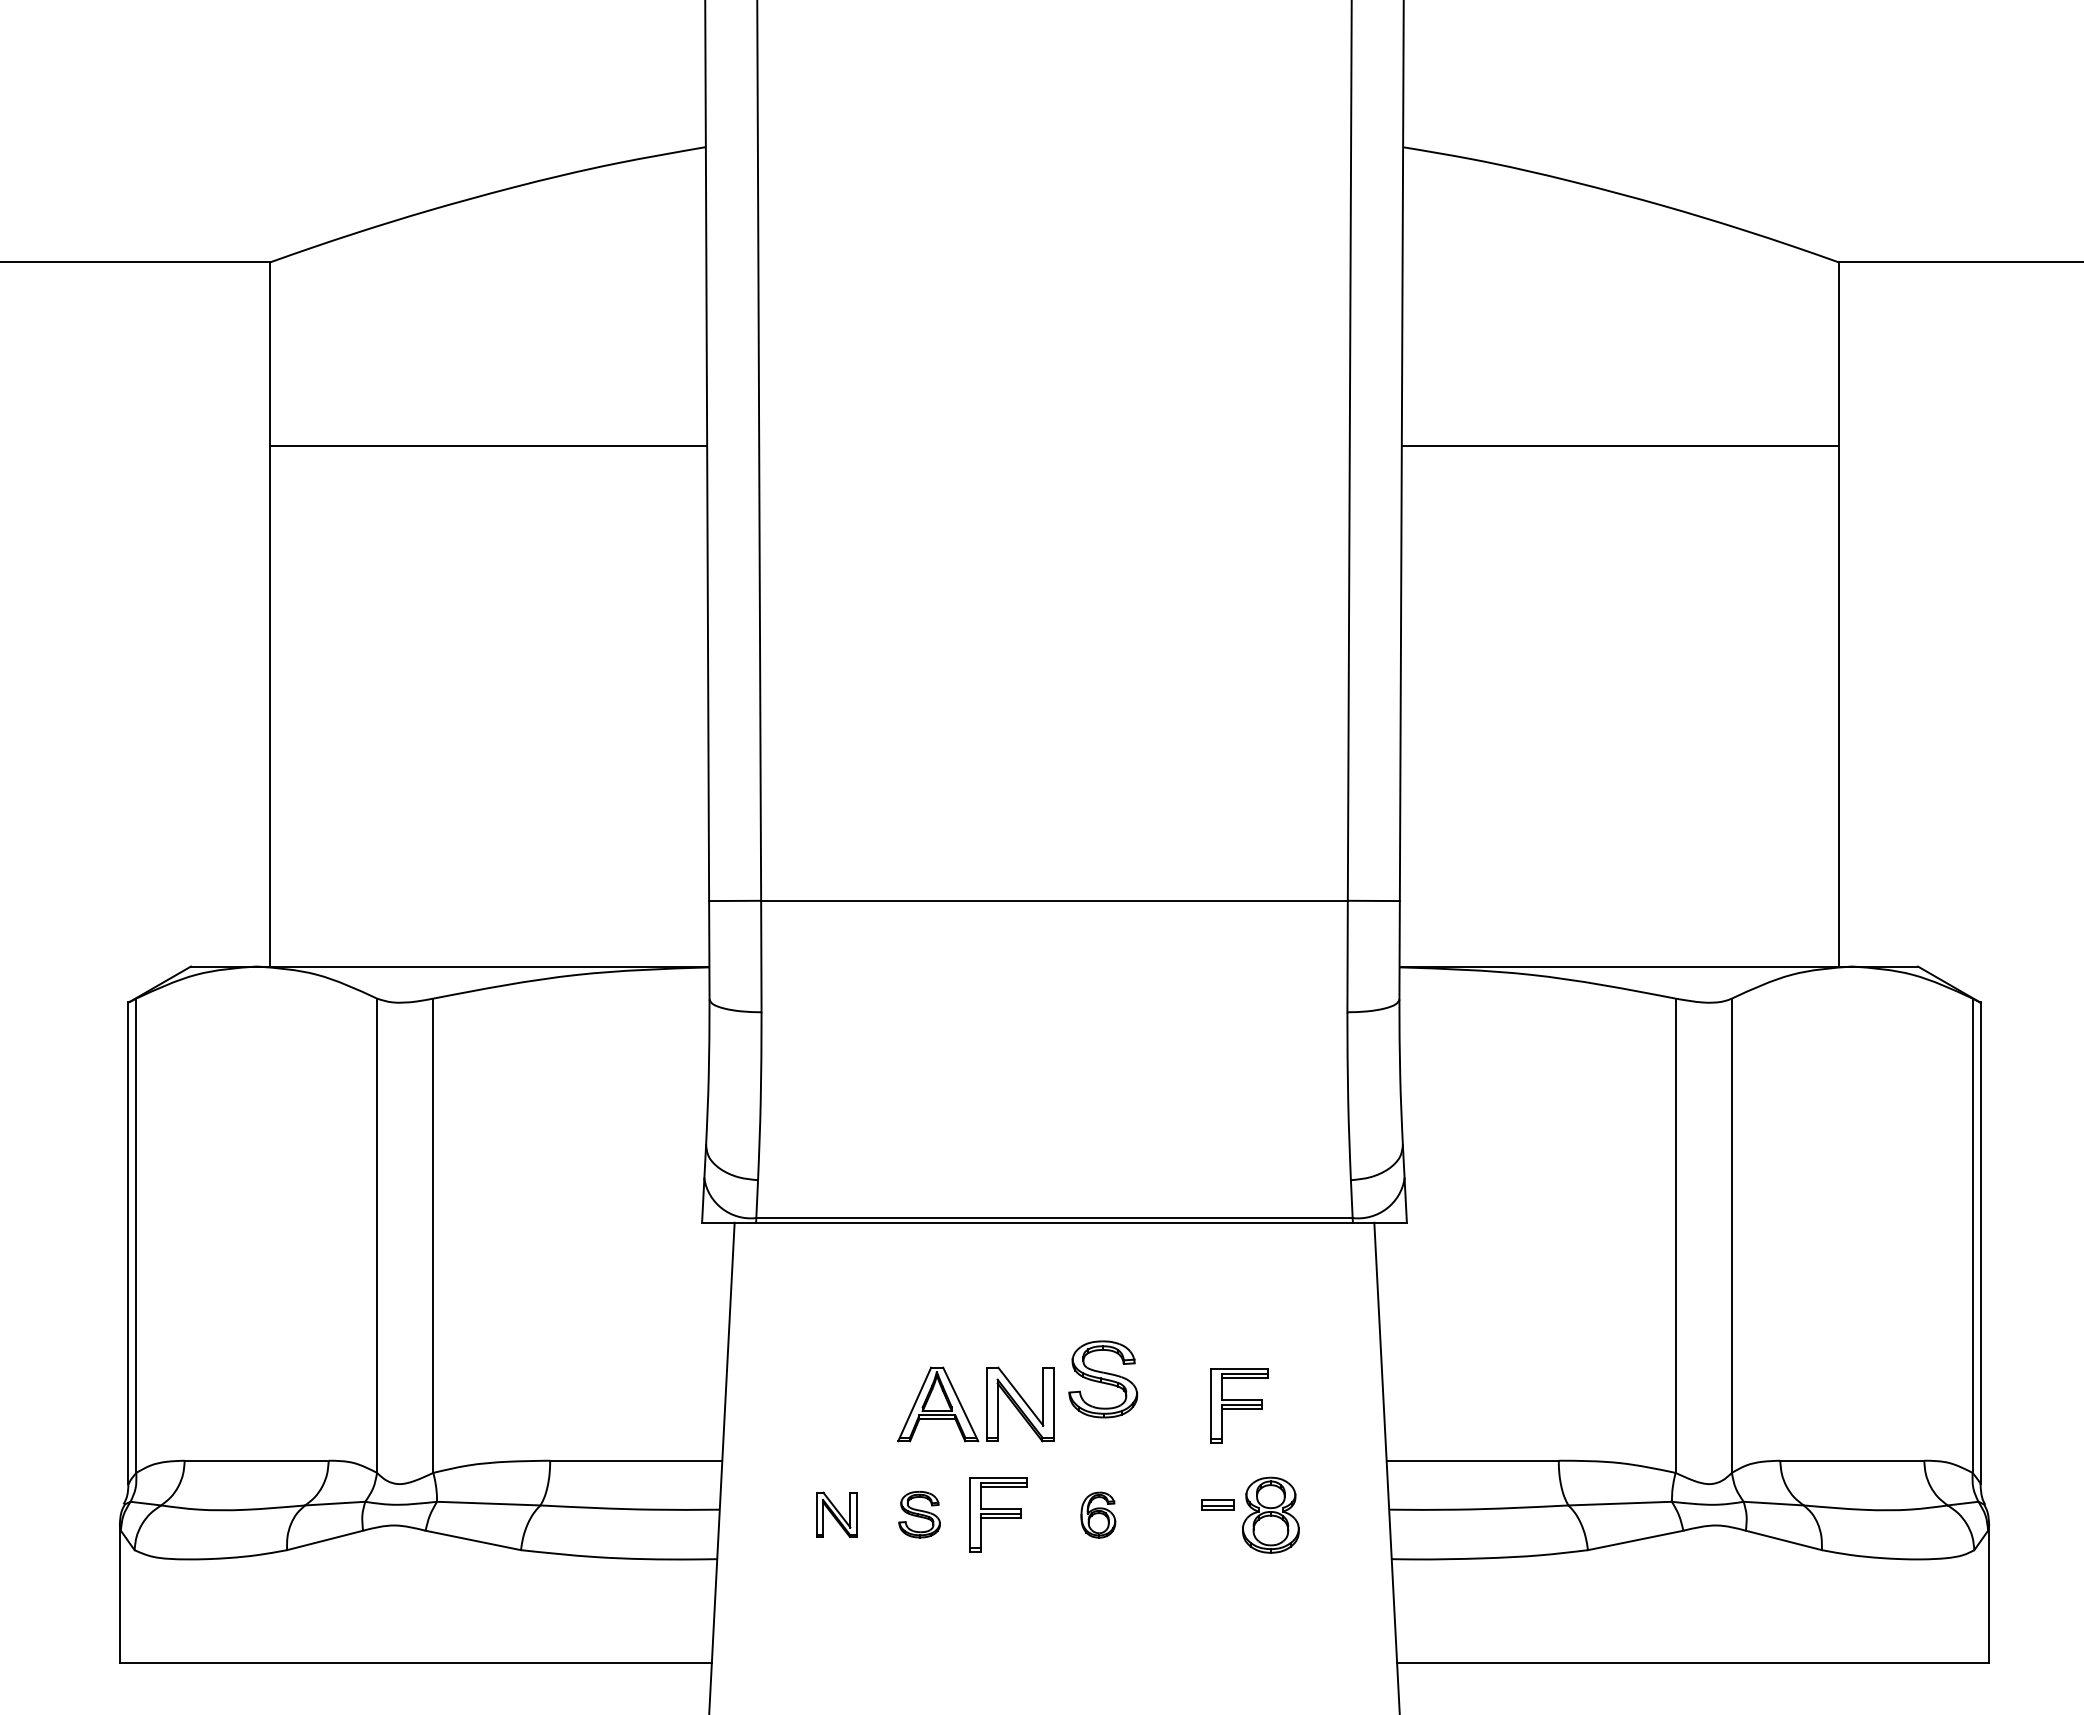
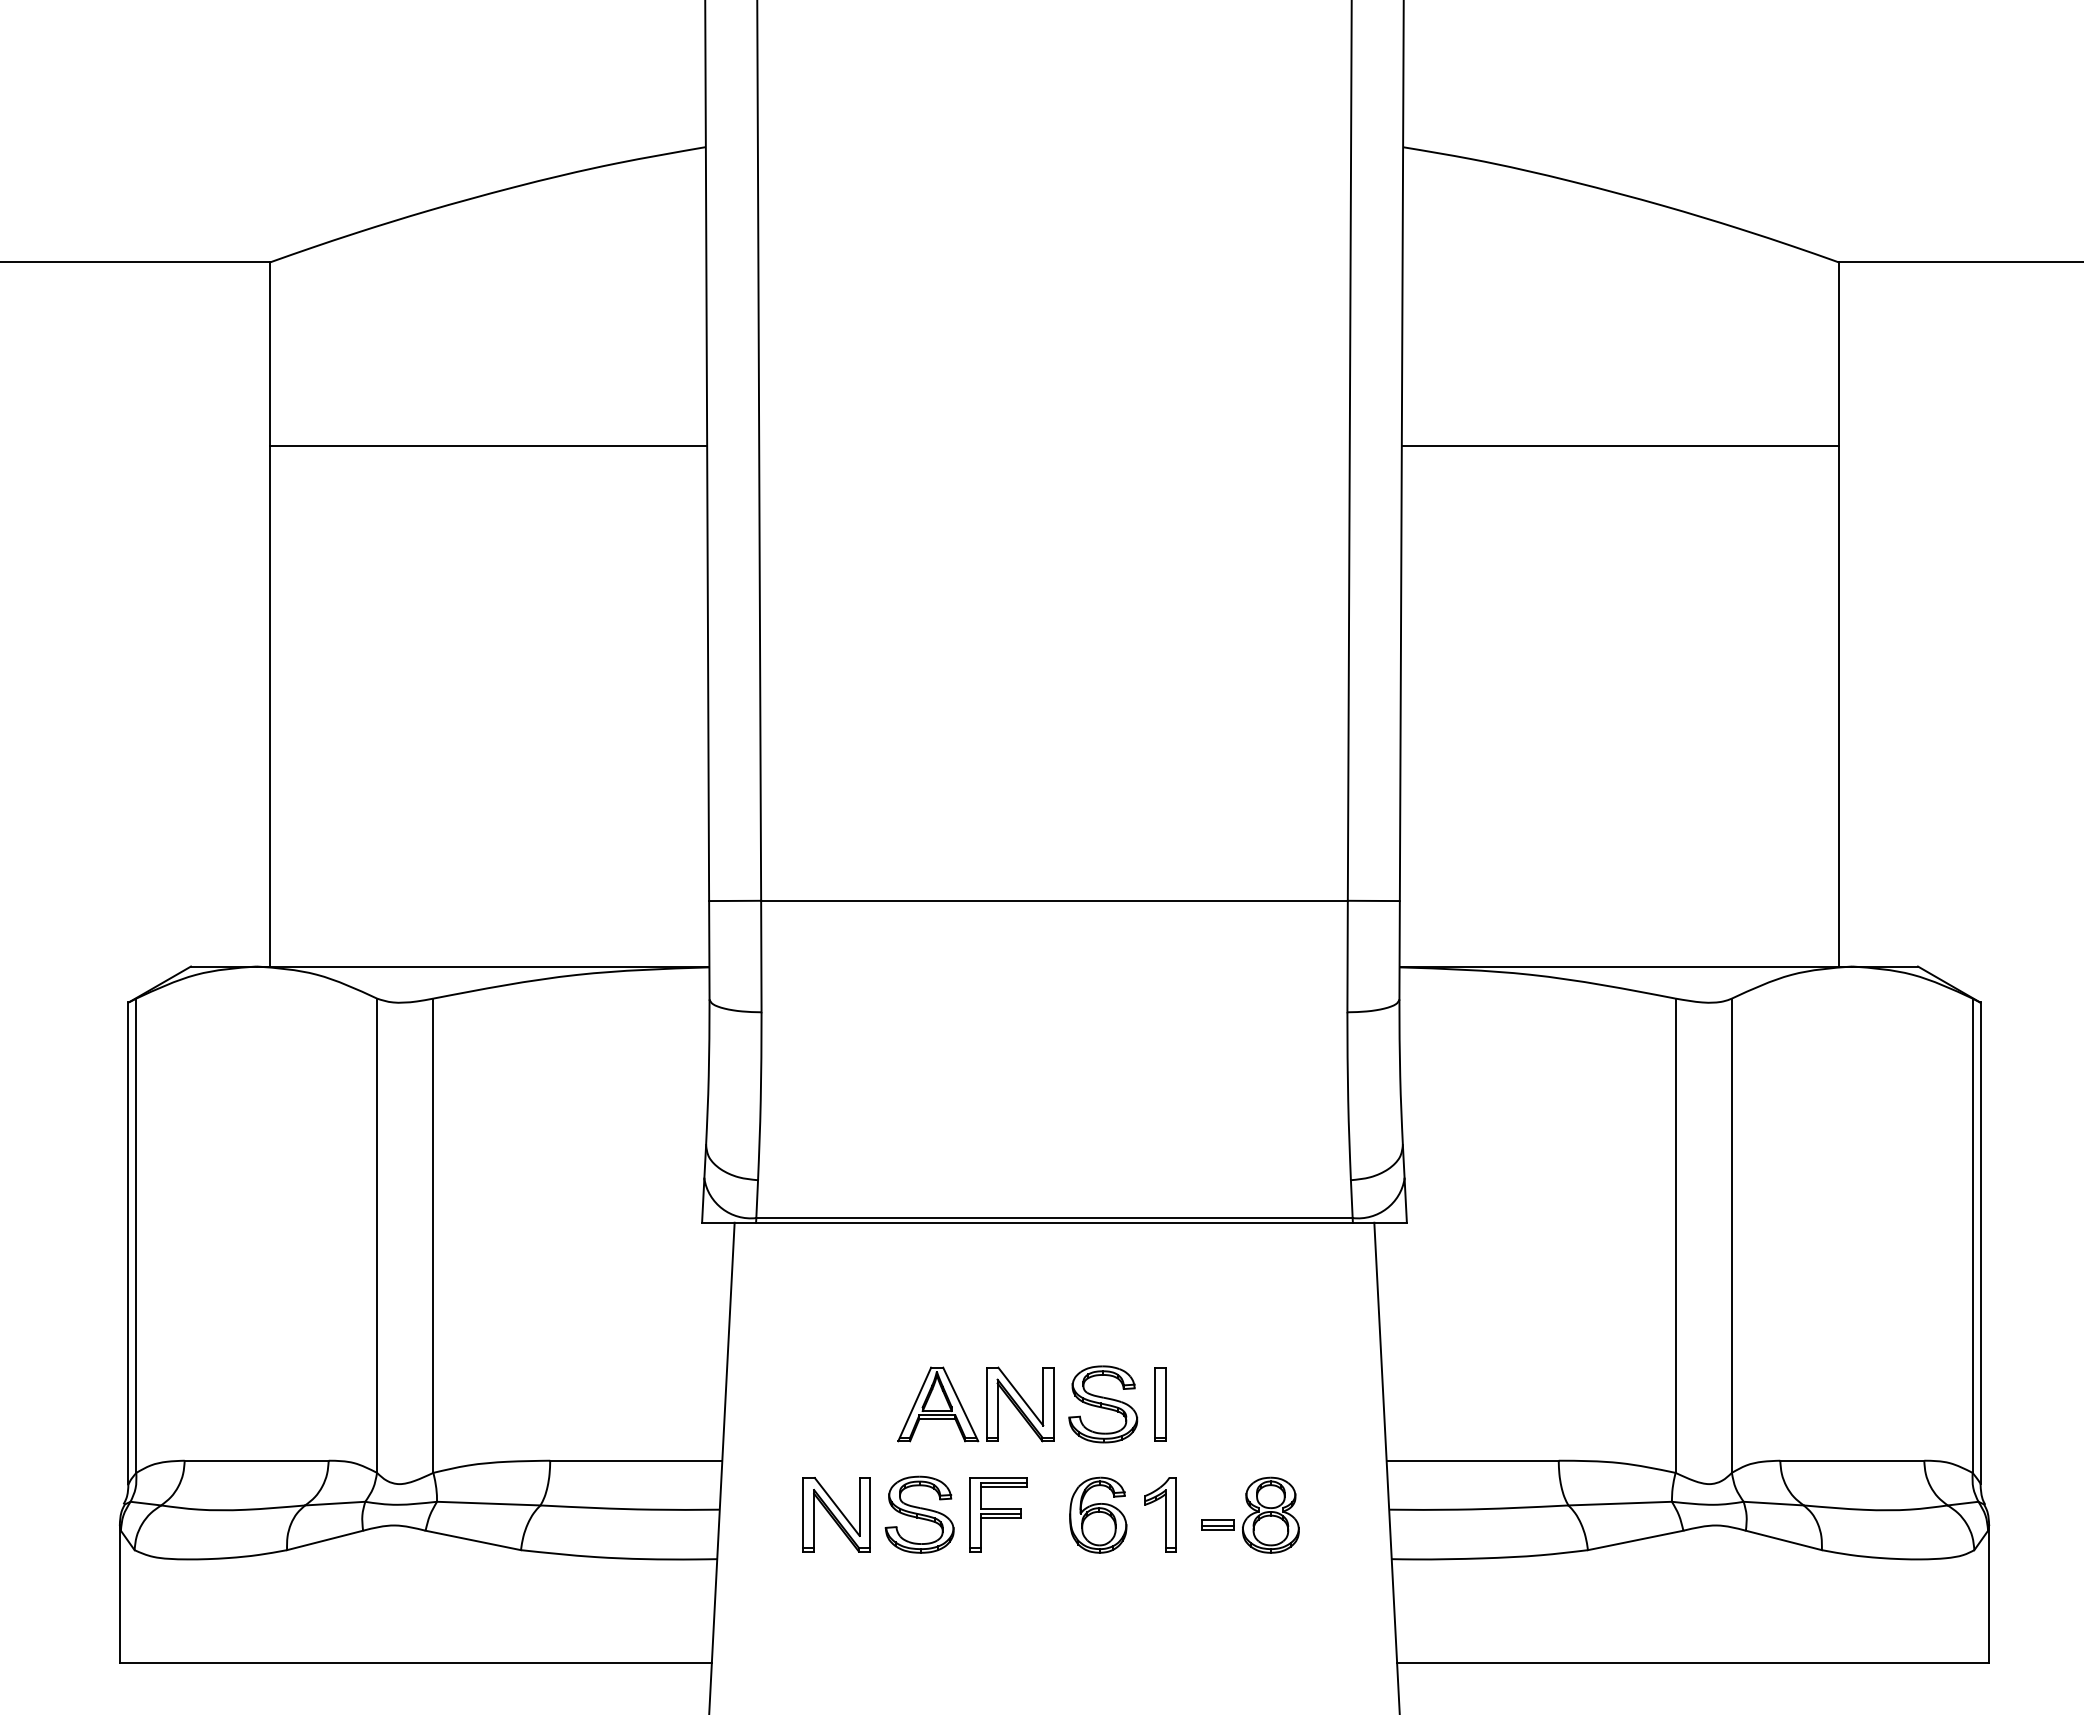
part at (1103, 1379) position: (1103, 1379) -> (1103, 1404)
part at (1160, 1404): none -> present
part at (1239, 1405): present -> none
part at (1217, 1504) position: (1217, 1504) -> (1217, 1524)
part at (836, 1514) size: 42x47 px -> 69x76 px
part at (919, 1514) size: 43x48 px -> 71x79 px
part at (1098, 1514) size: 37x48 px -> 59x78 px
part at (1160, 1514): none -> present
